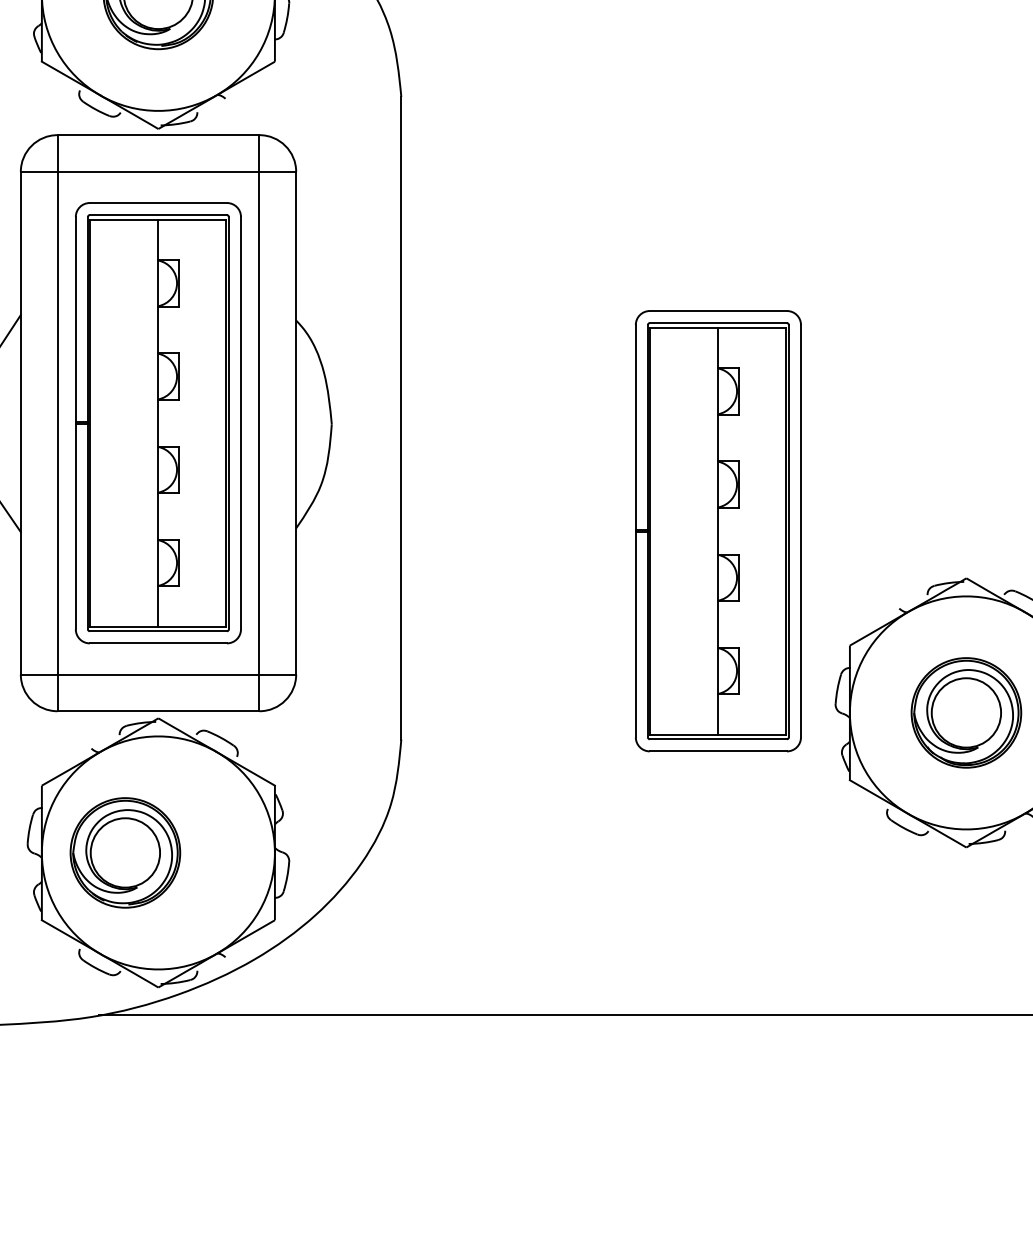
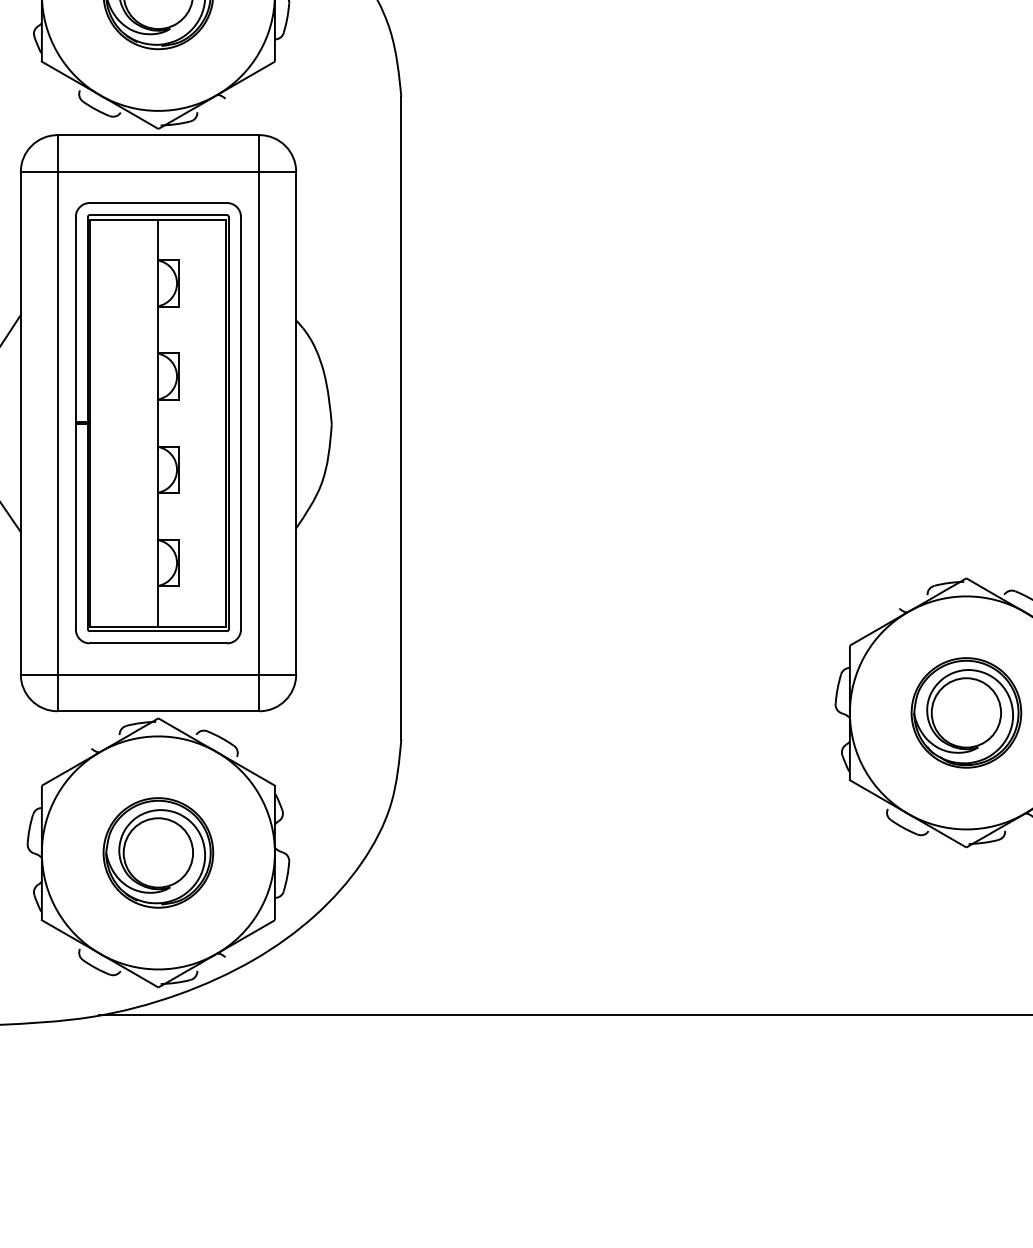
part at (718, 531): present -> none
part at (125, 852) position: (125, 852) -> (158, 852)
